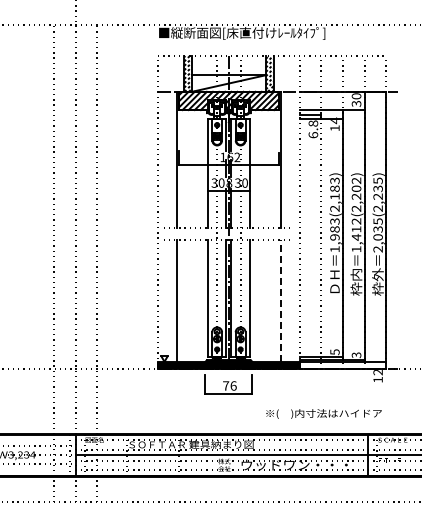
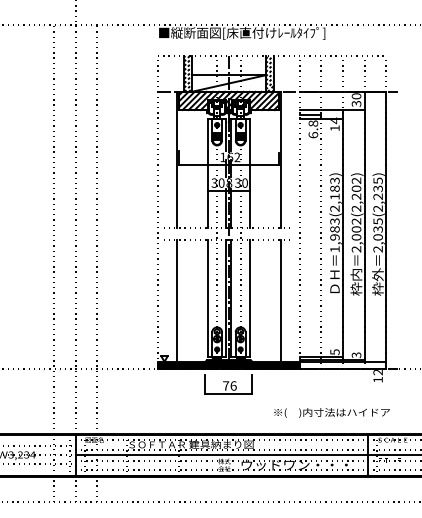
text at (356, 239): 1,412(2,202) -> 2,002(2,202)
line at (281, 301): dashed -> solid
text at (323, 413) position: (323, 413) -> (331, 412)
